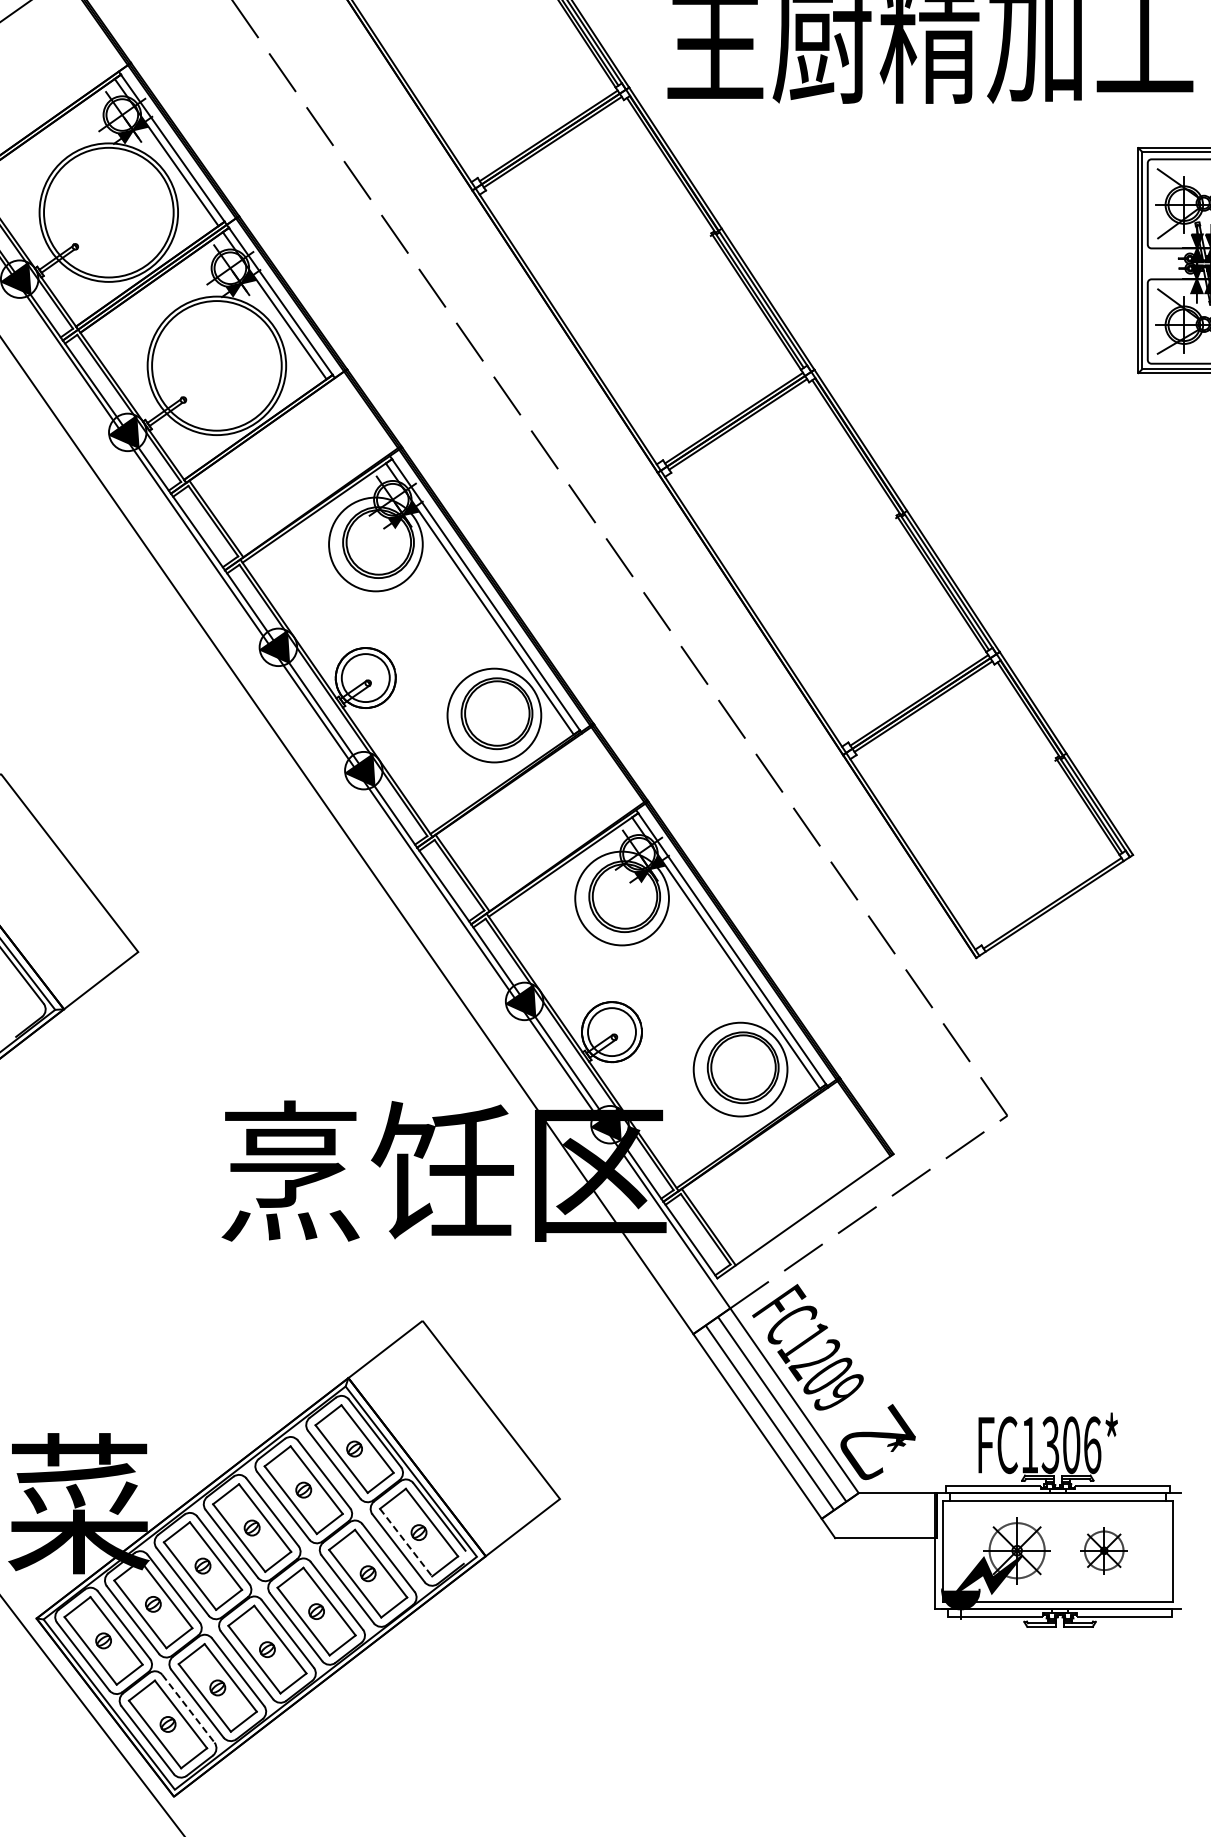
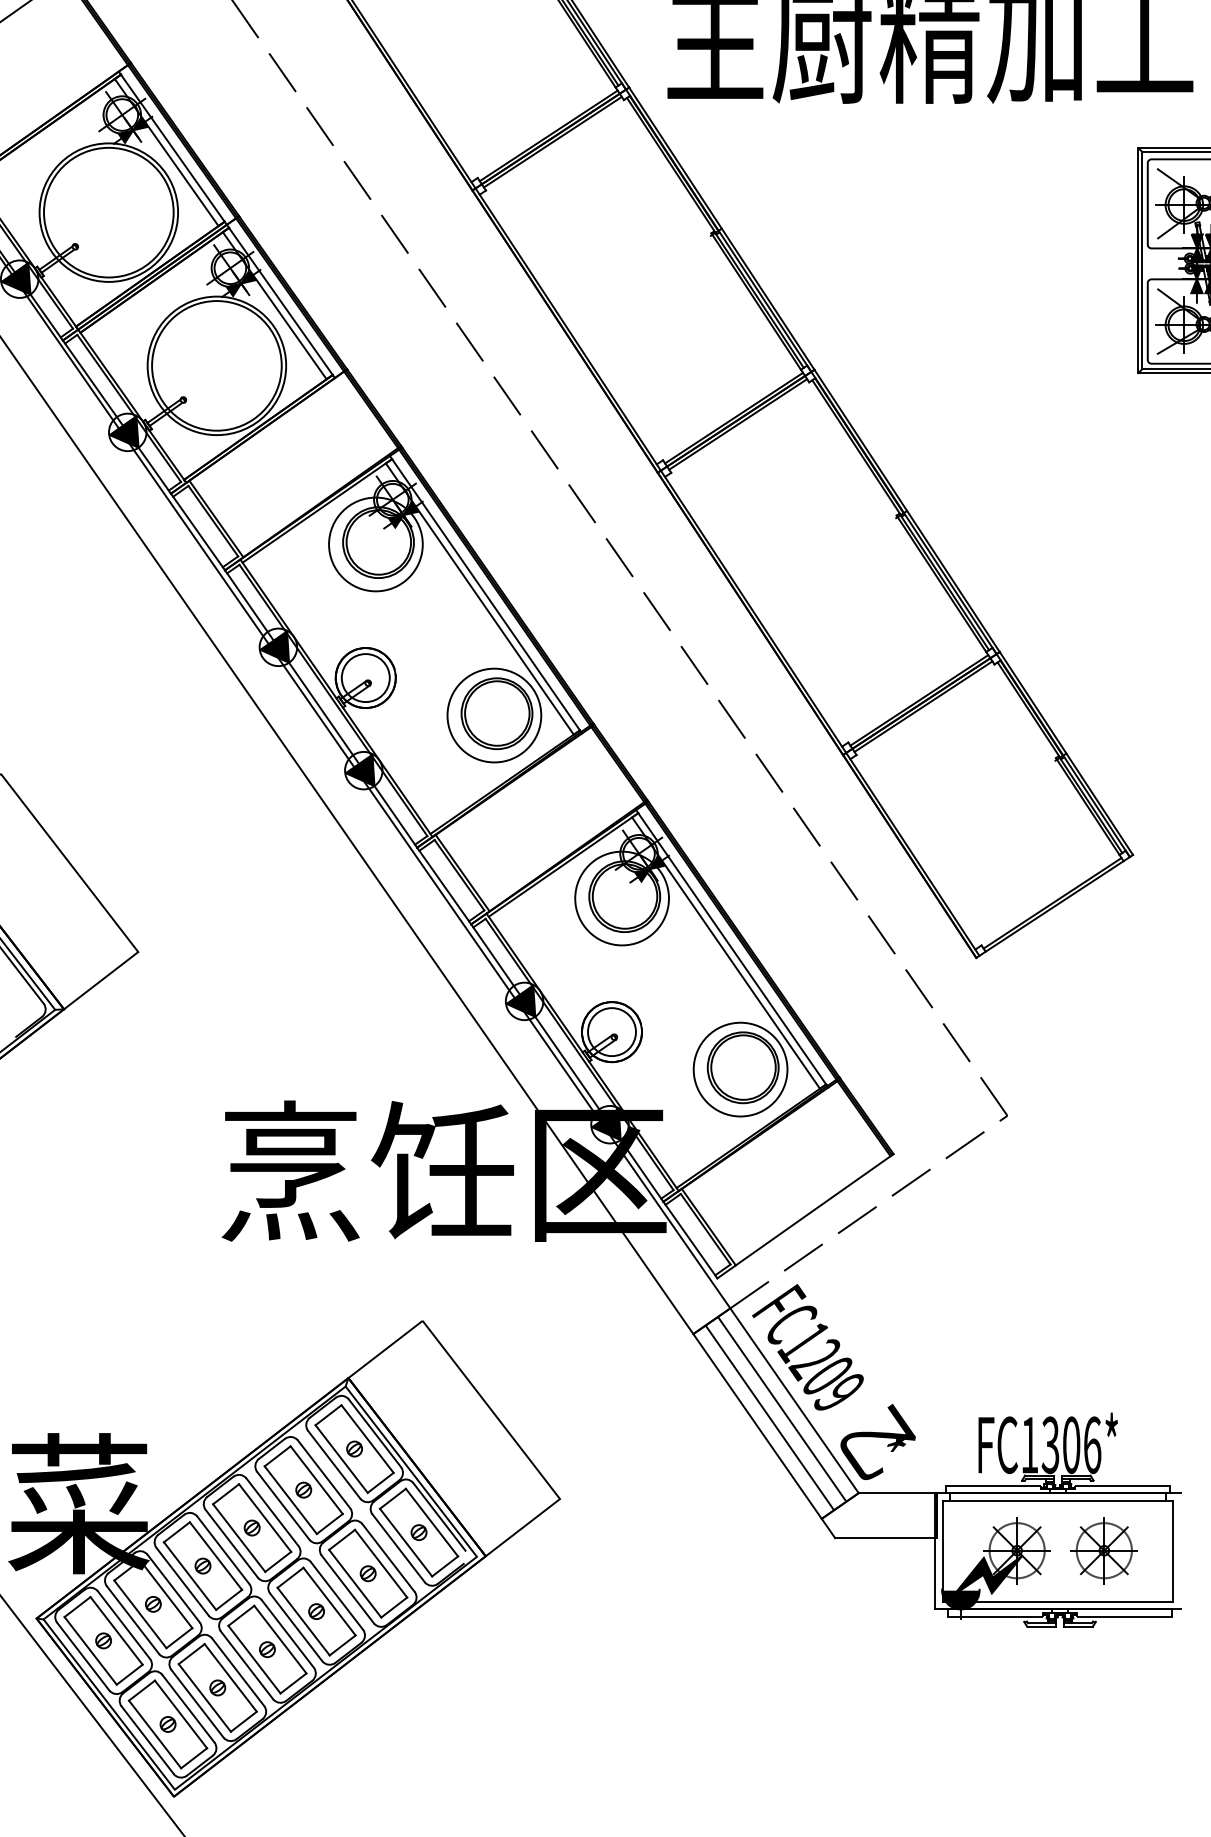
line at (406, 1542): dashed -> solid
part at (1103, 1550) size: 48x48 px -> 68x68 px
line at (188, 1708): dashed -> solid
